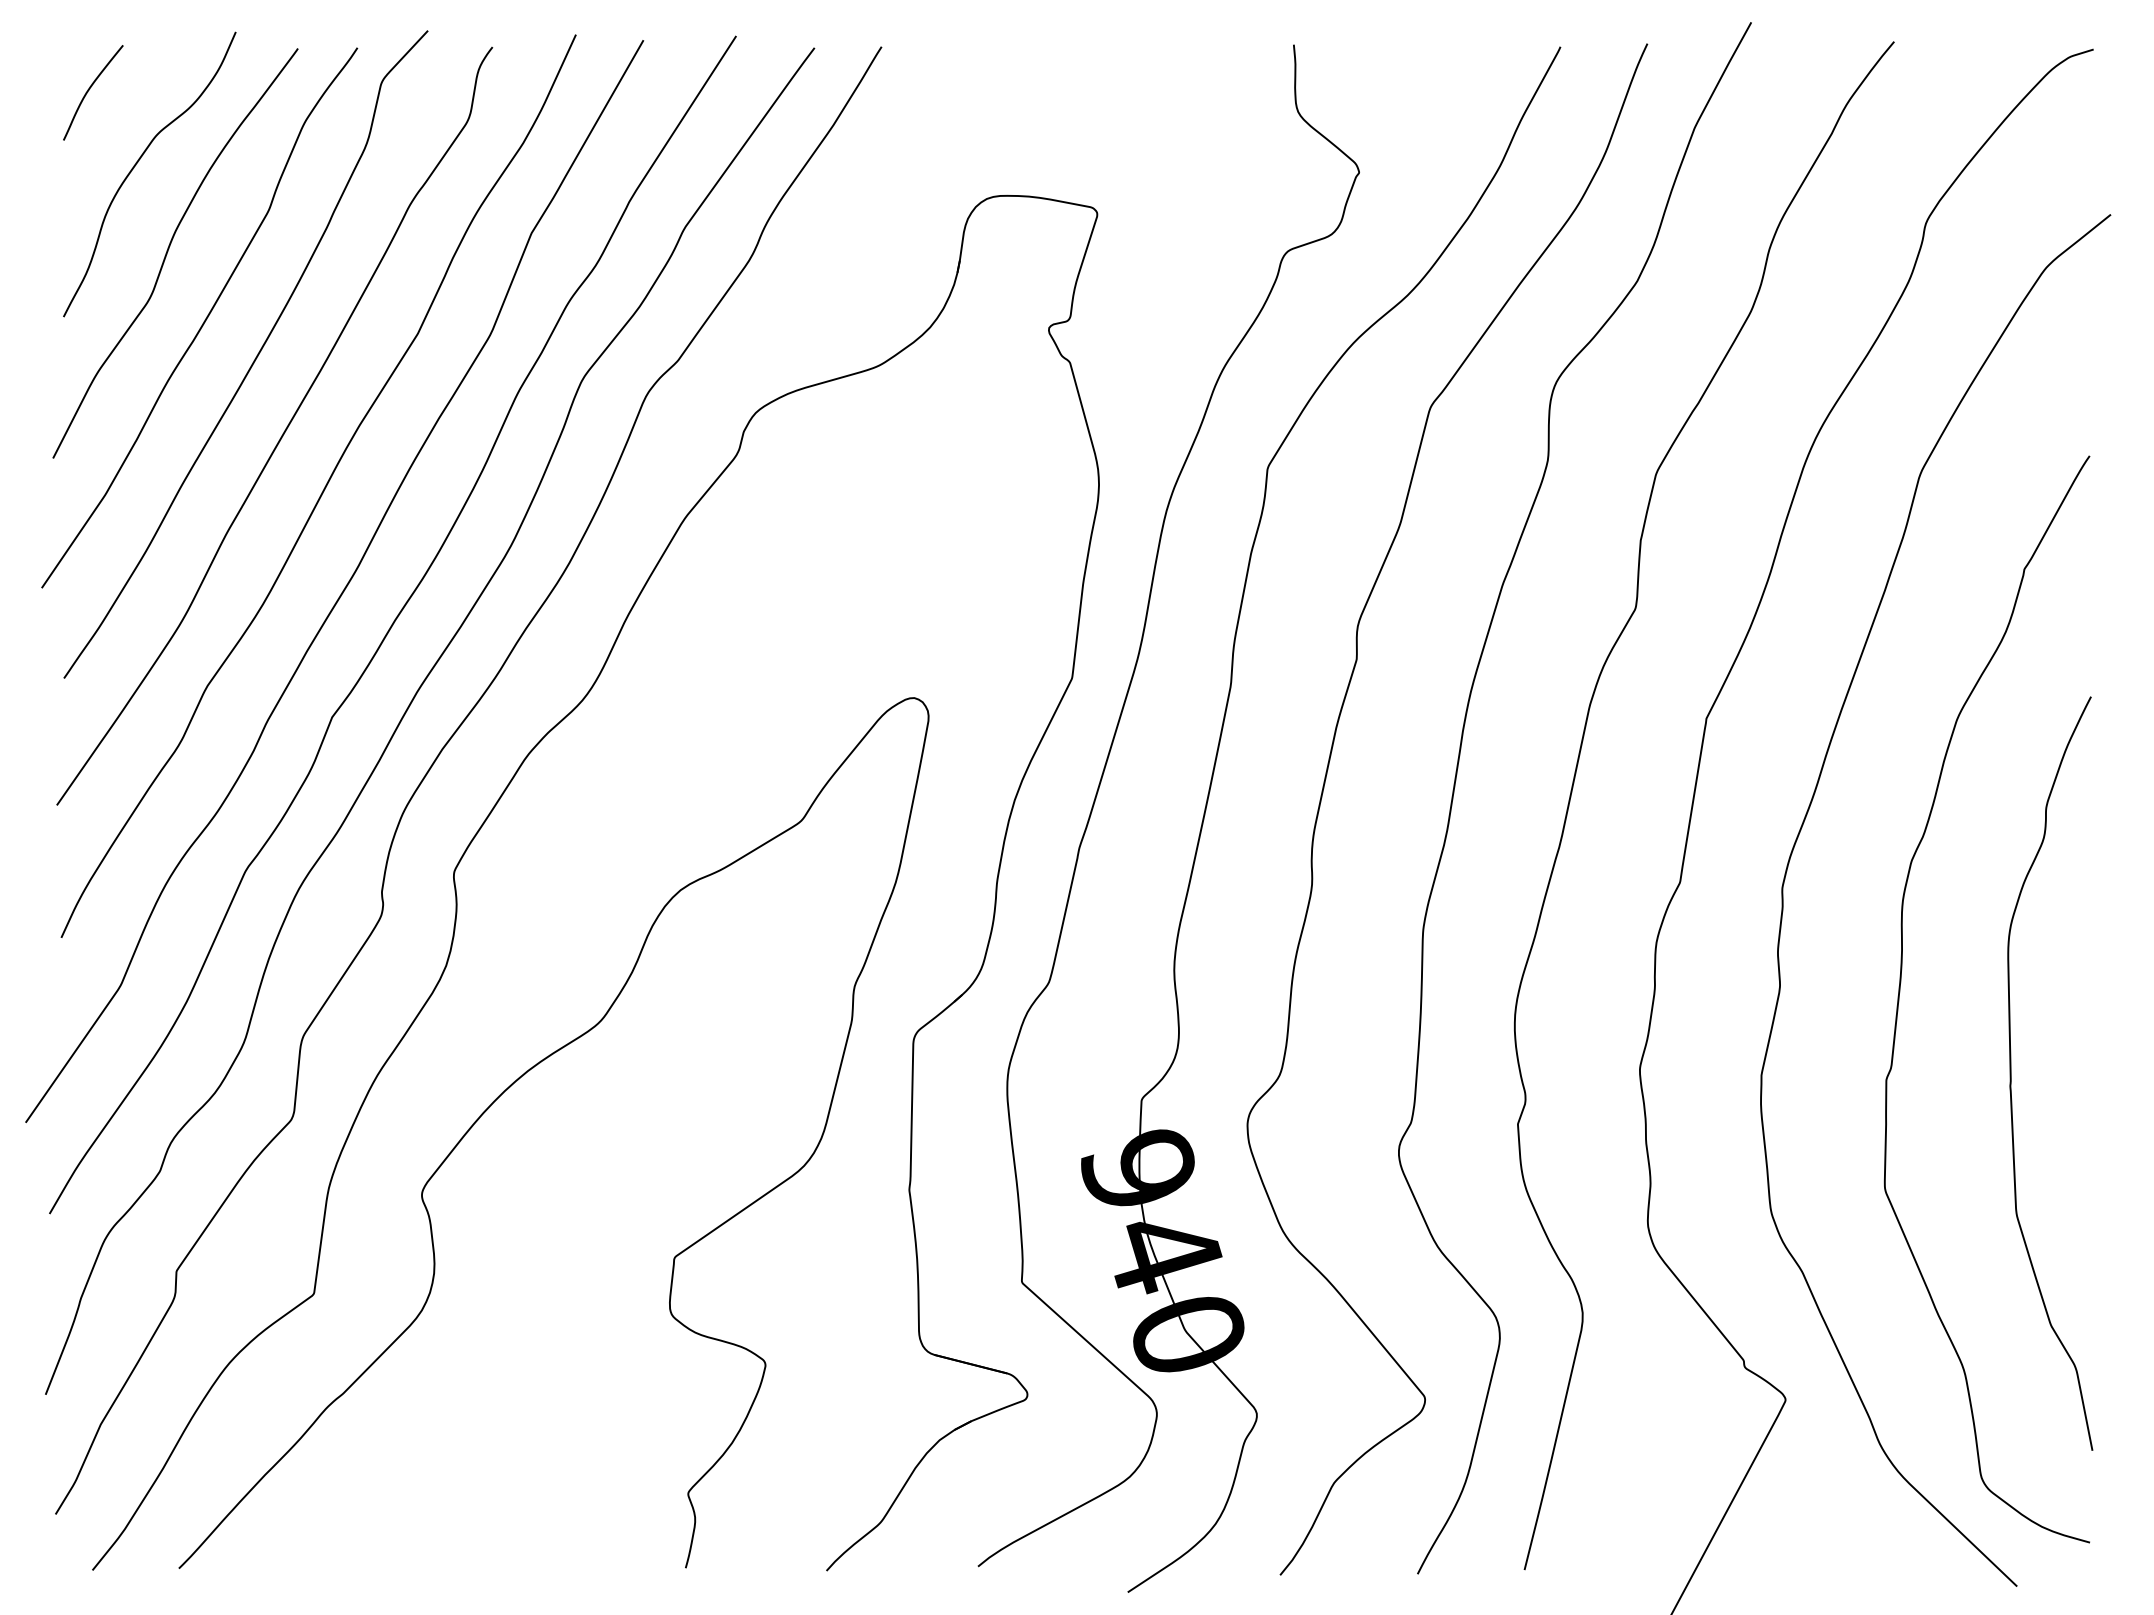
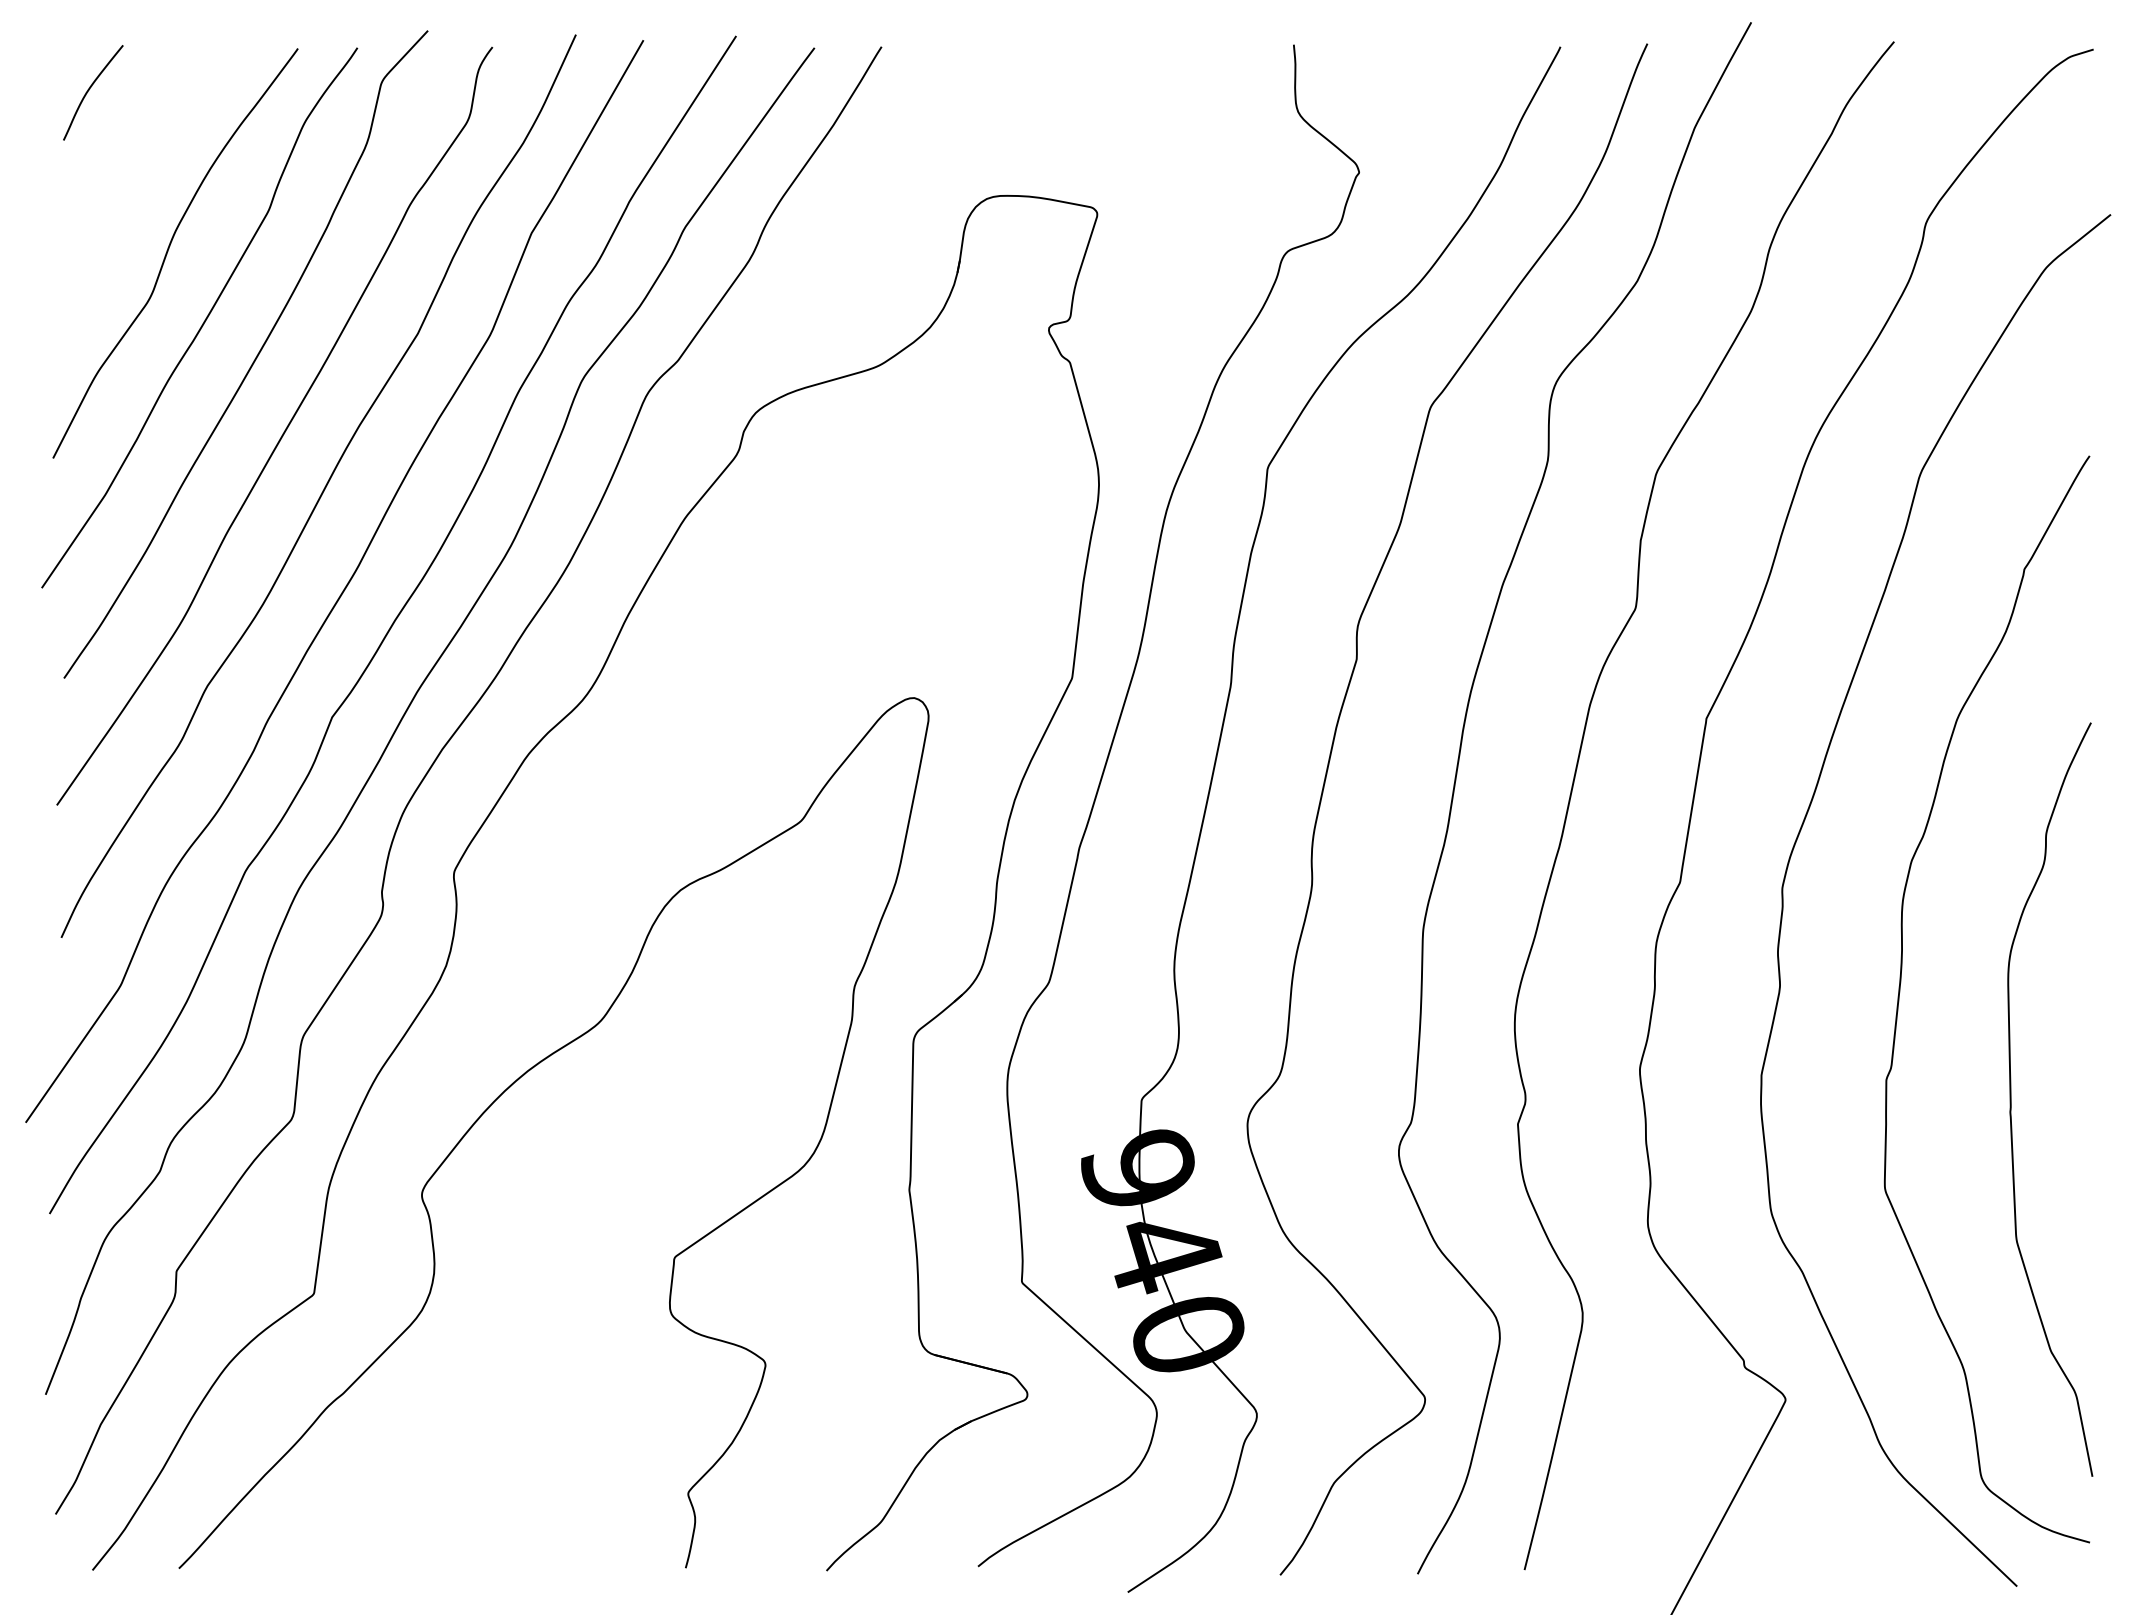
curve at (136, 165): present -> none
curve at (2011, 1073) position: (2011, 1073) -> (2011, 1099)
